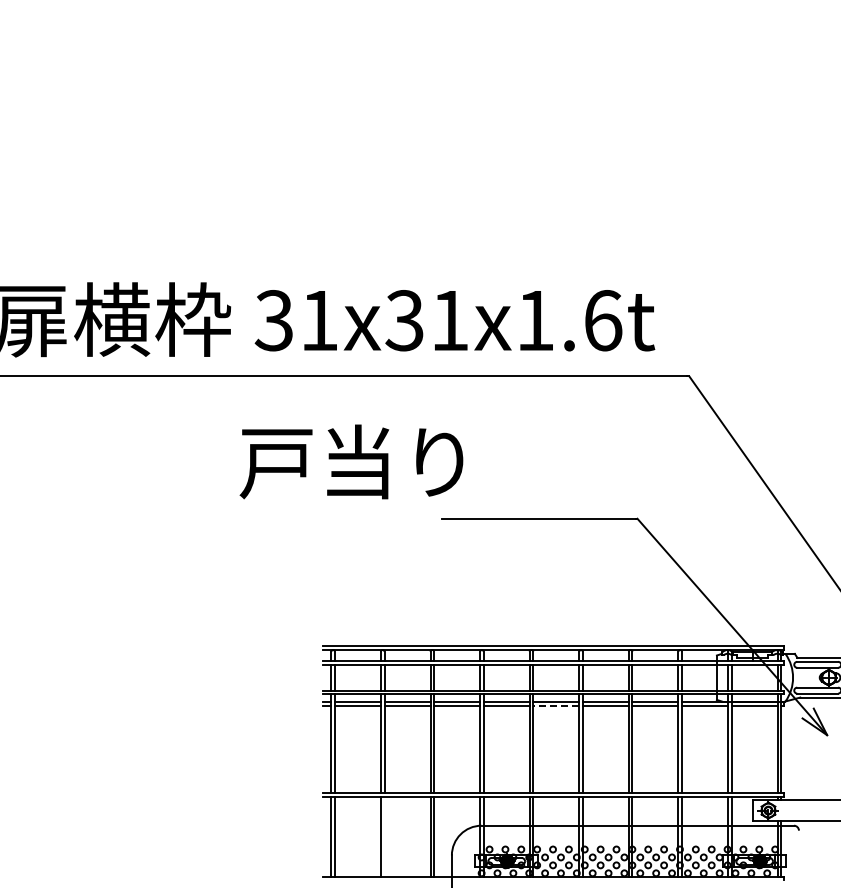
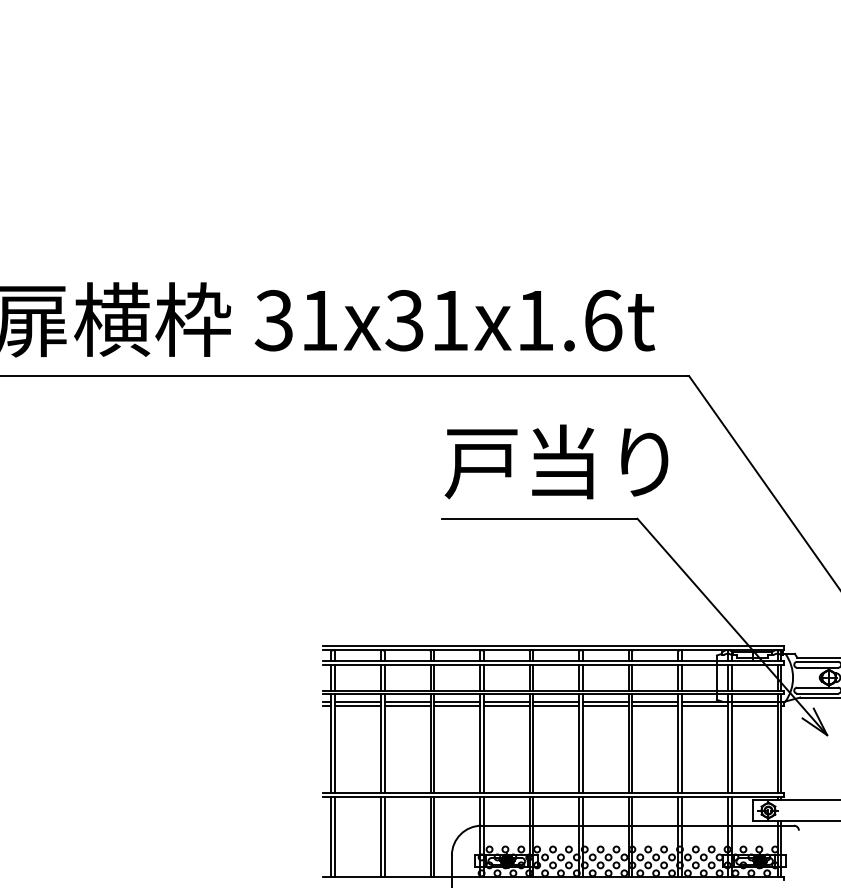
text at (351, 461) position: (351, 461) -> (556, 461)
line at (555, 706): dashed -> solid
line at (384, 836): none -> present
